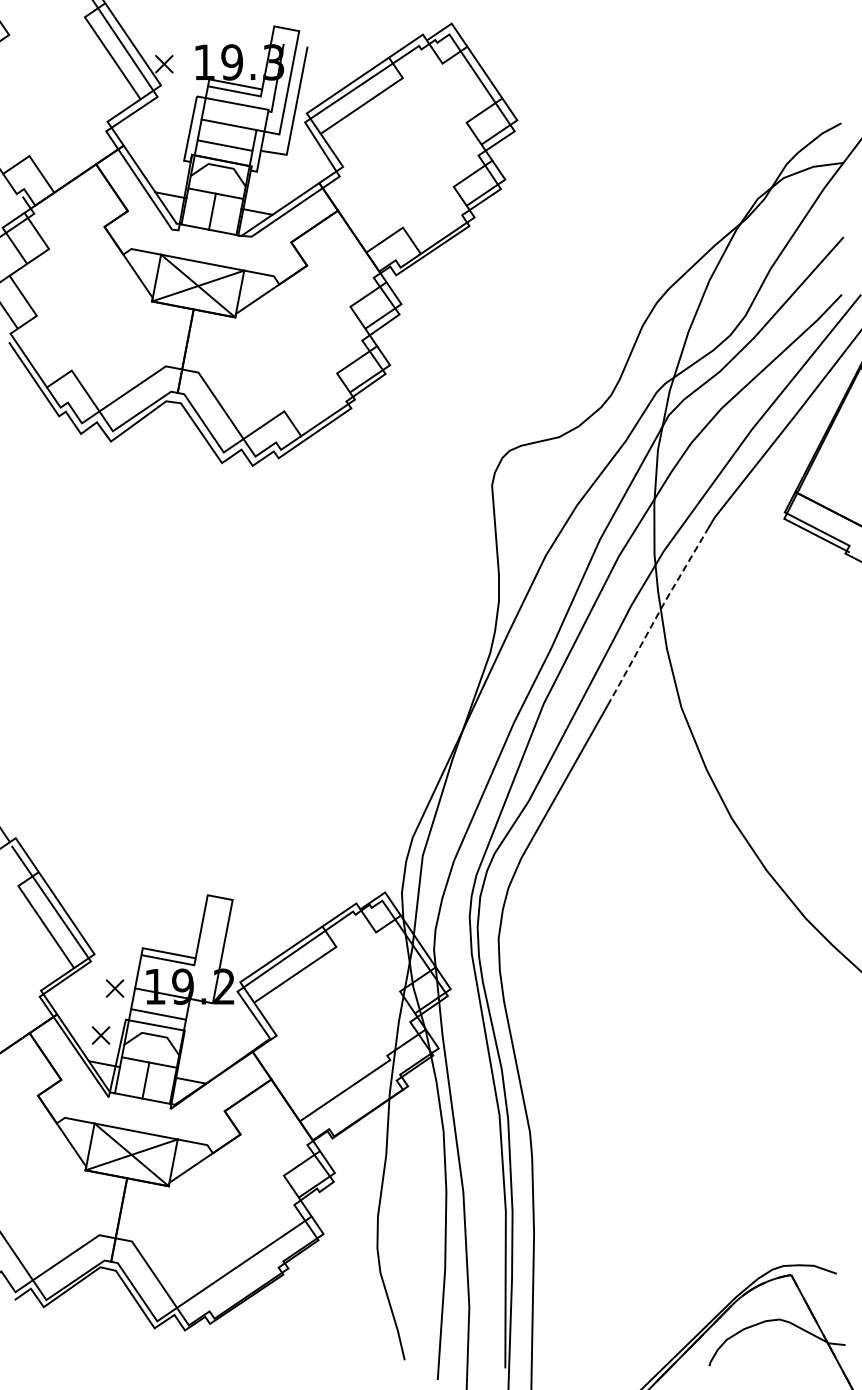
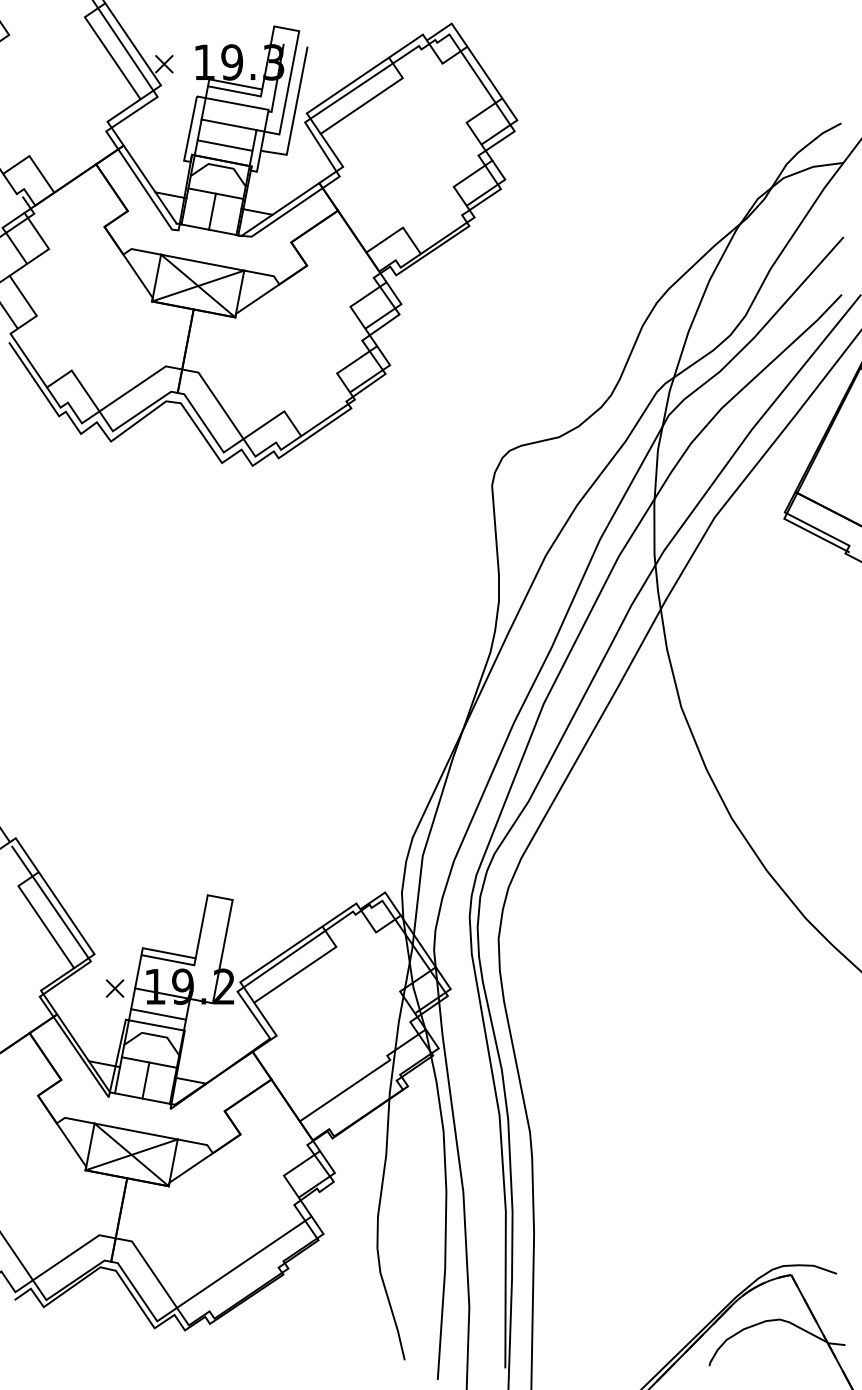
line at (656, 616): dashed -> solid
part at (100, 1035): present -> none
